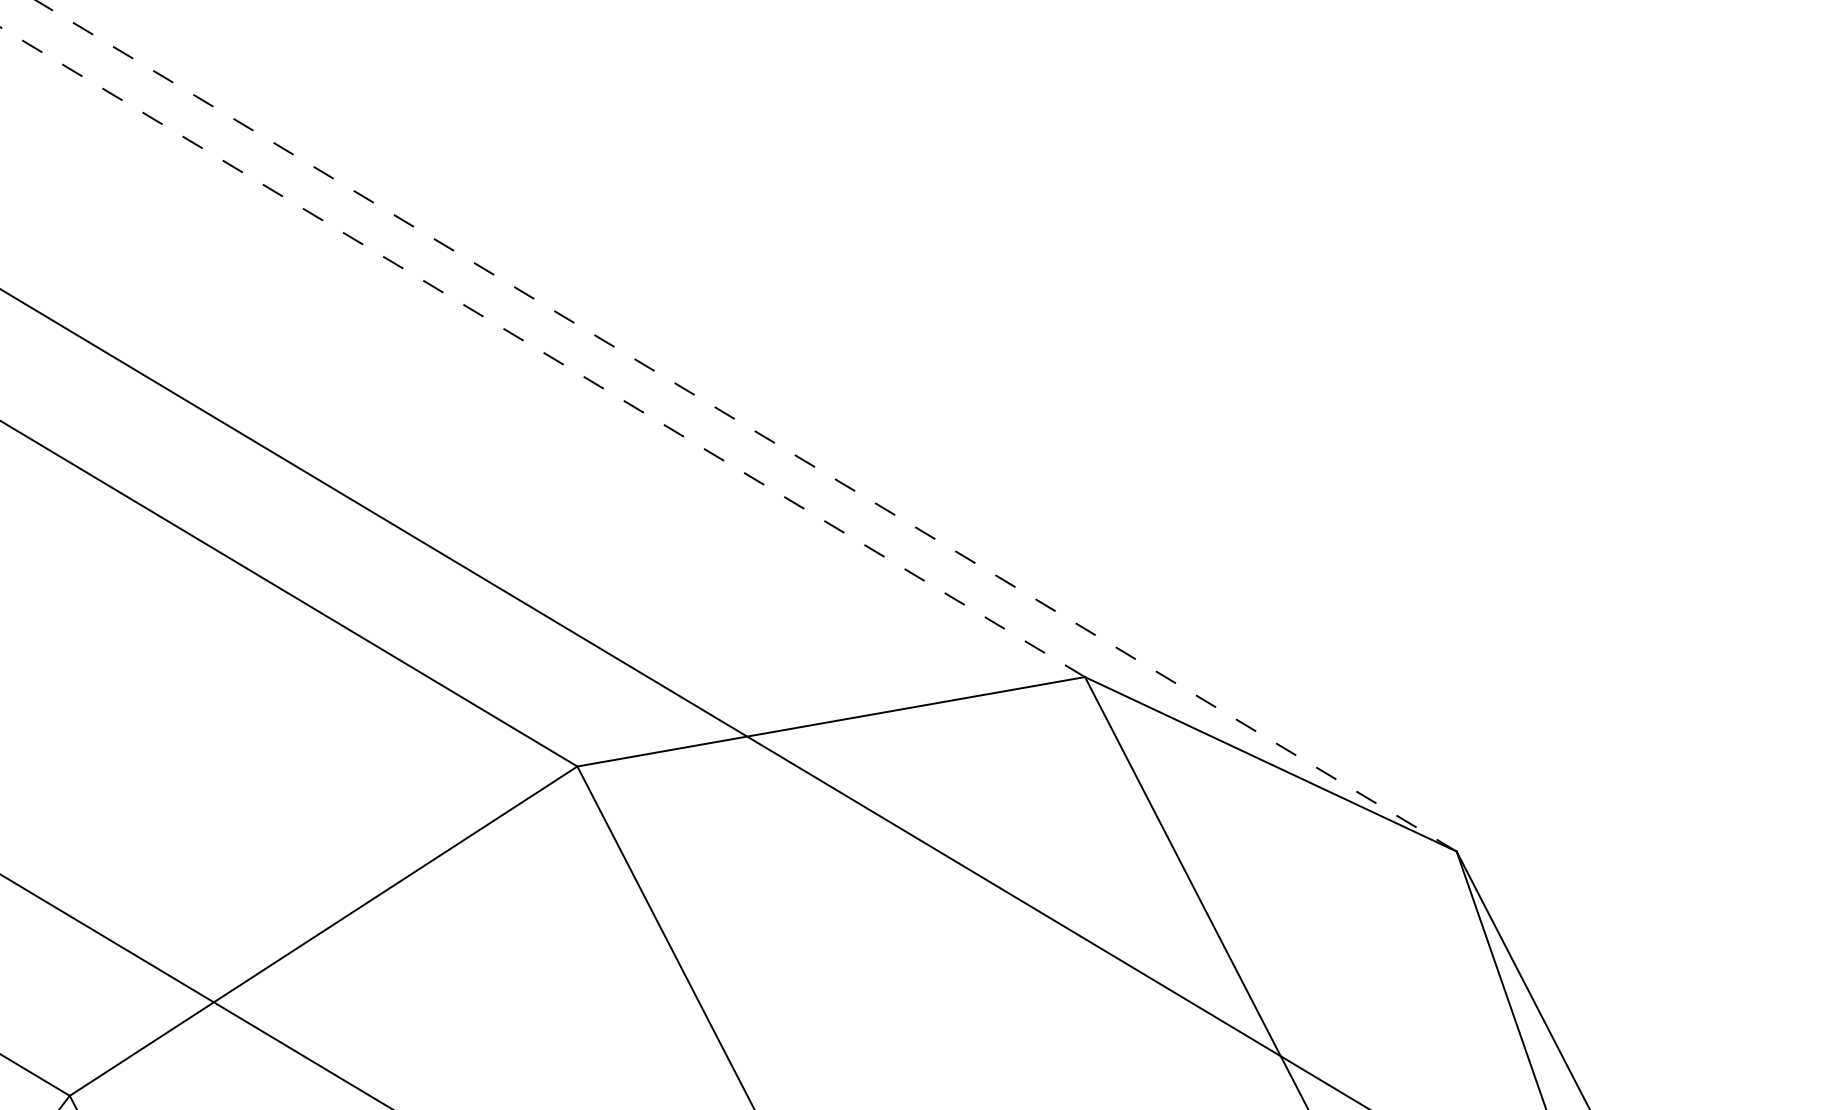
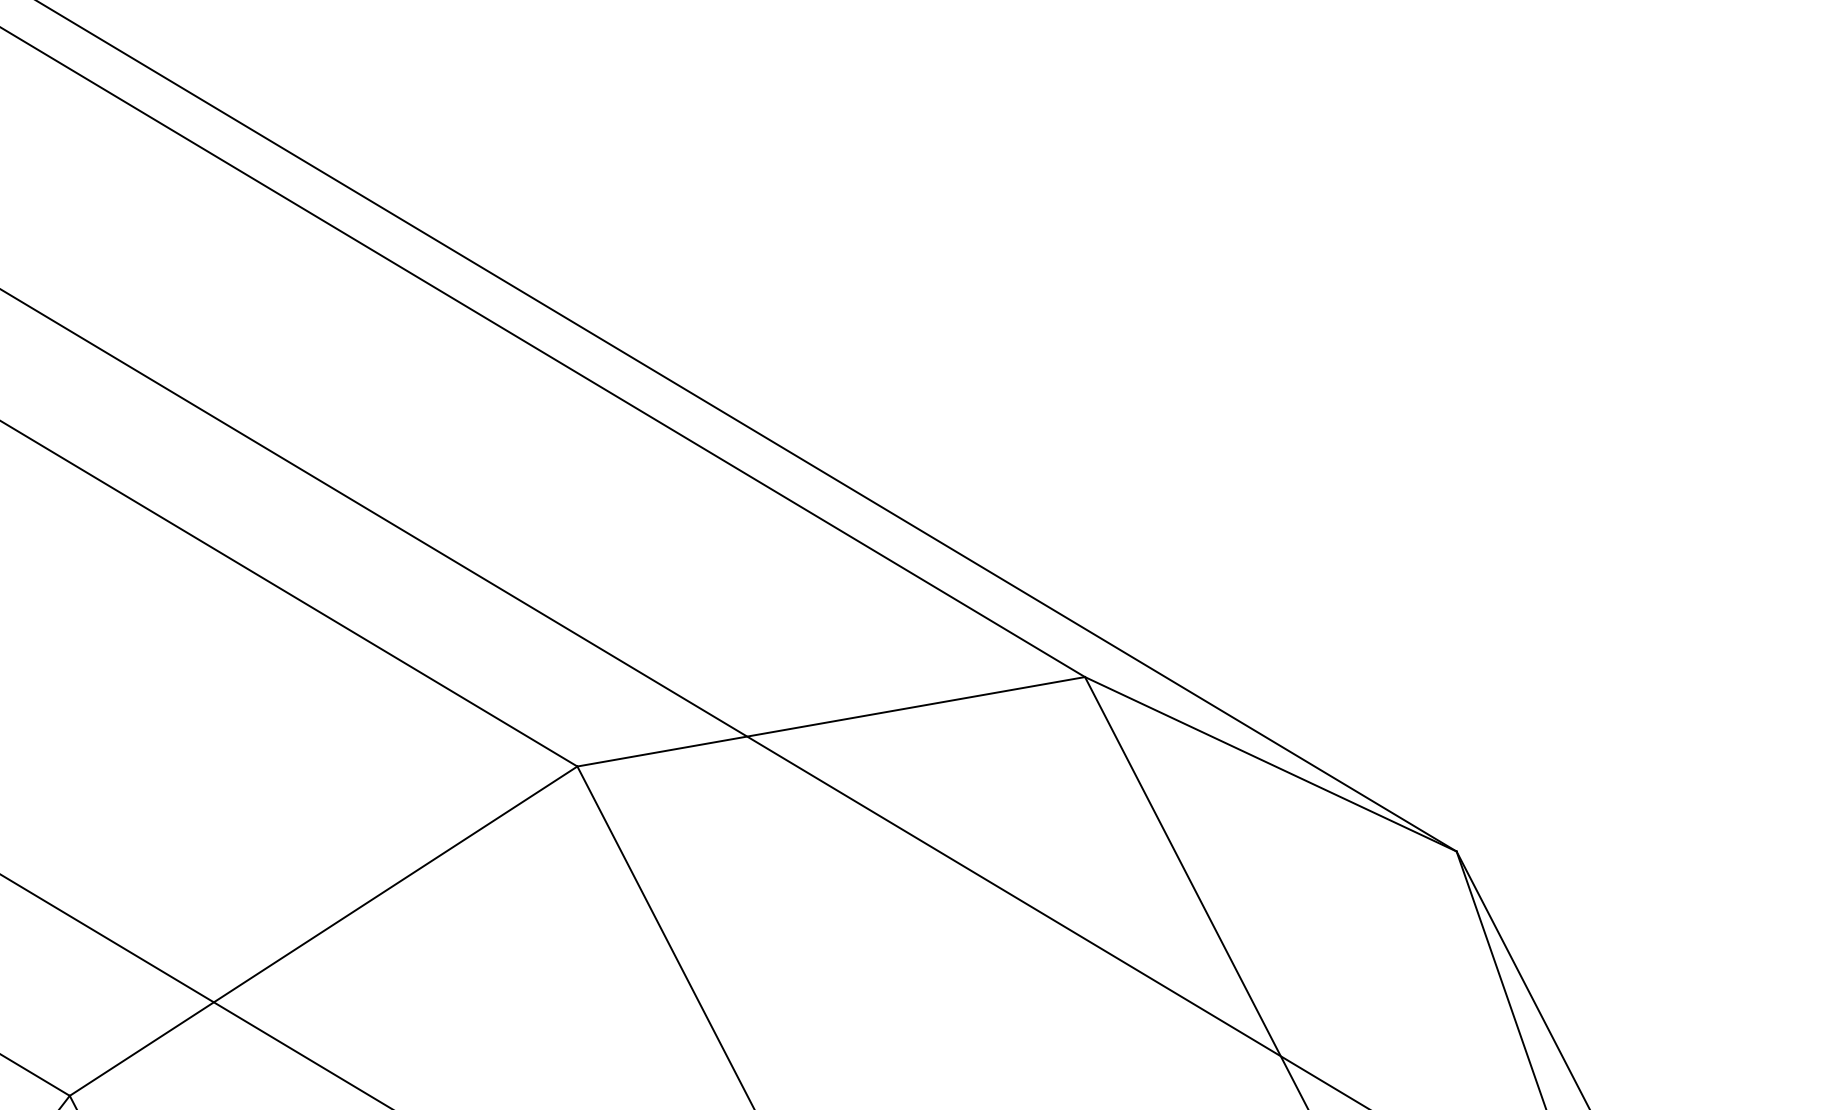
line at (542, 351): dashed -> solid
line at (745, 425): dashed -> solid
